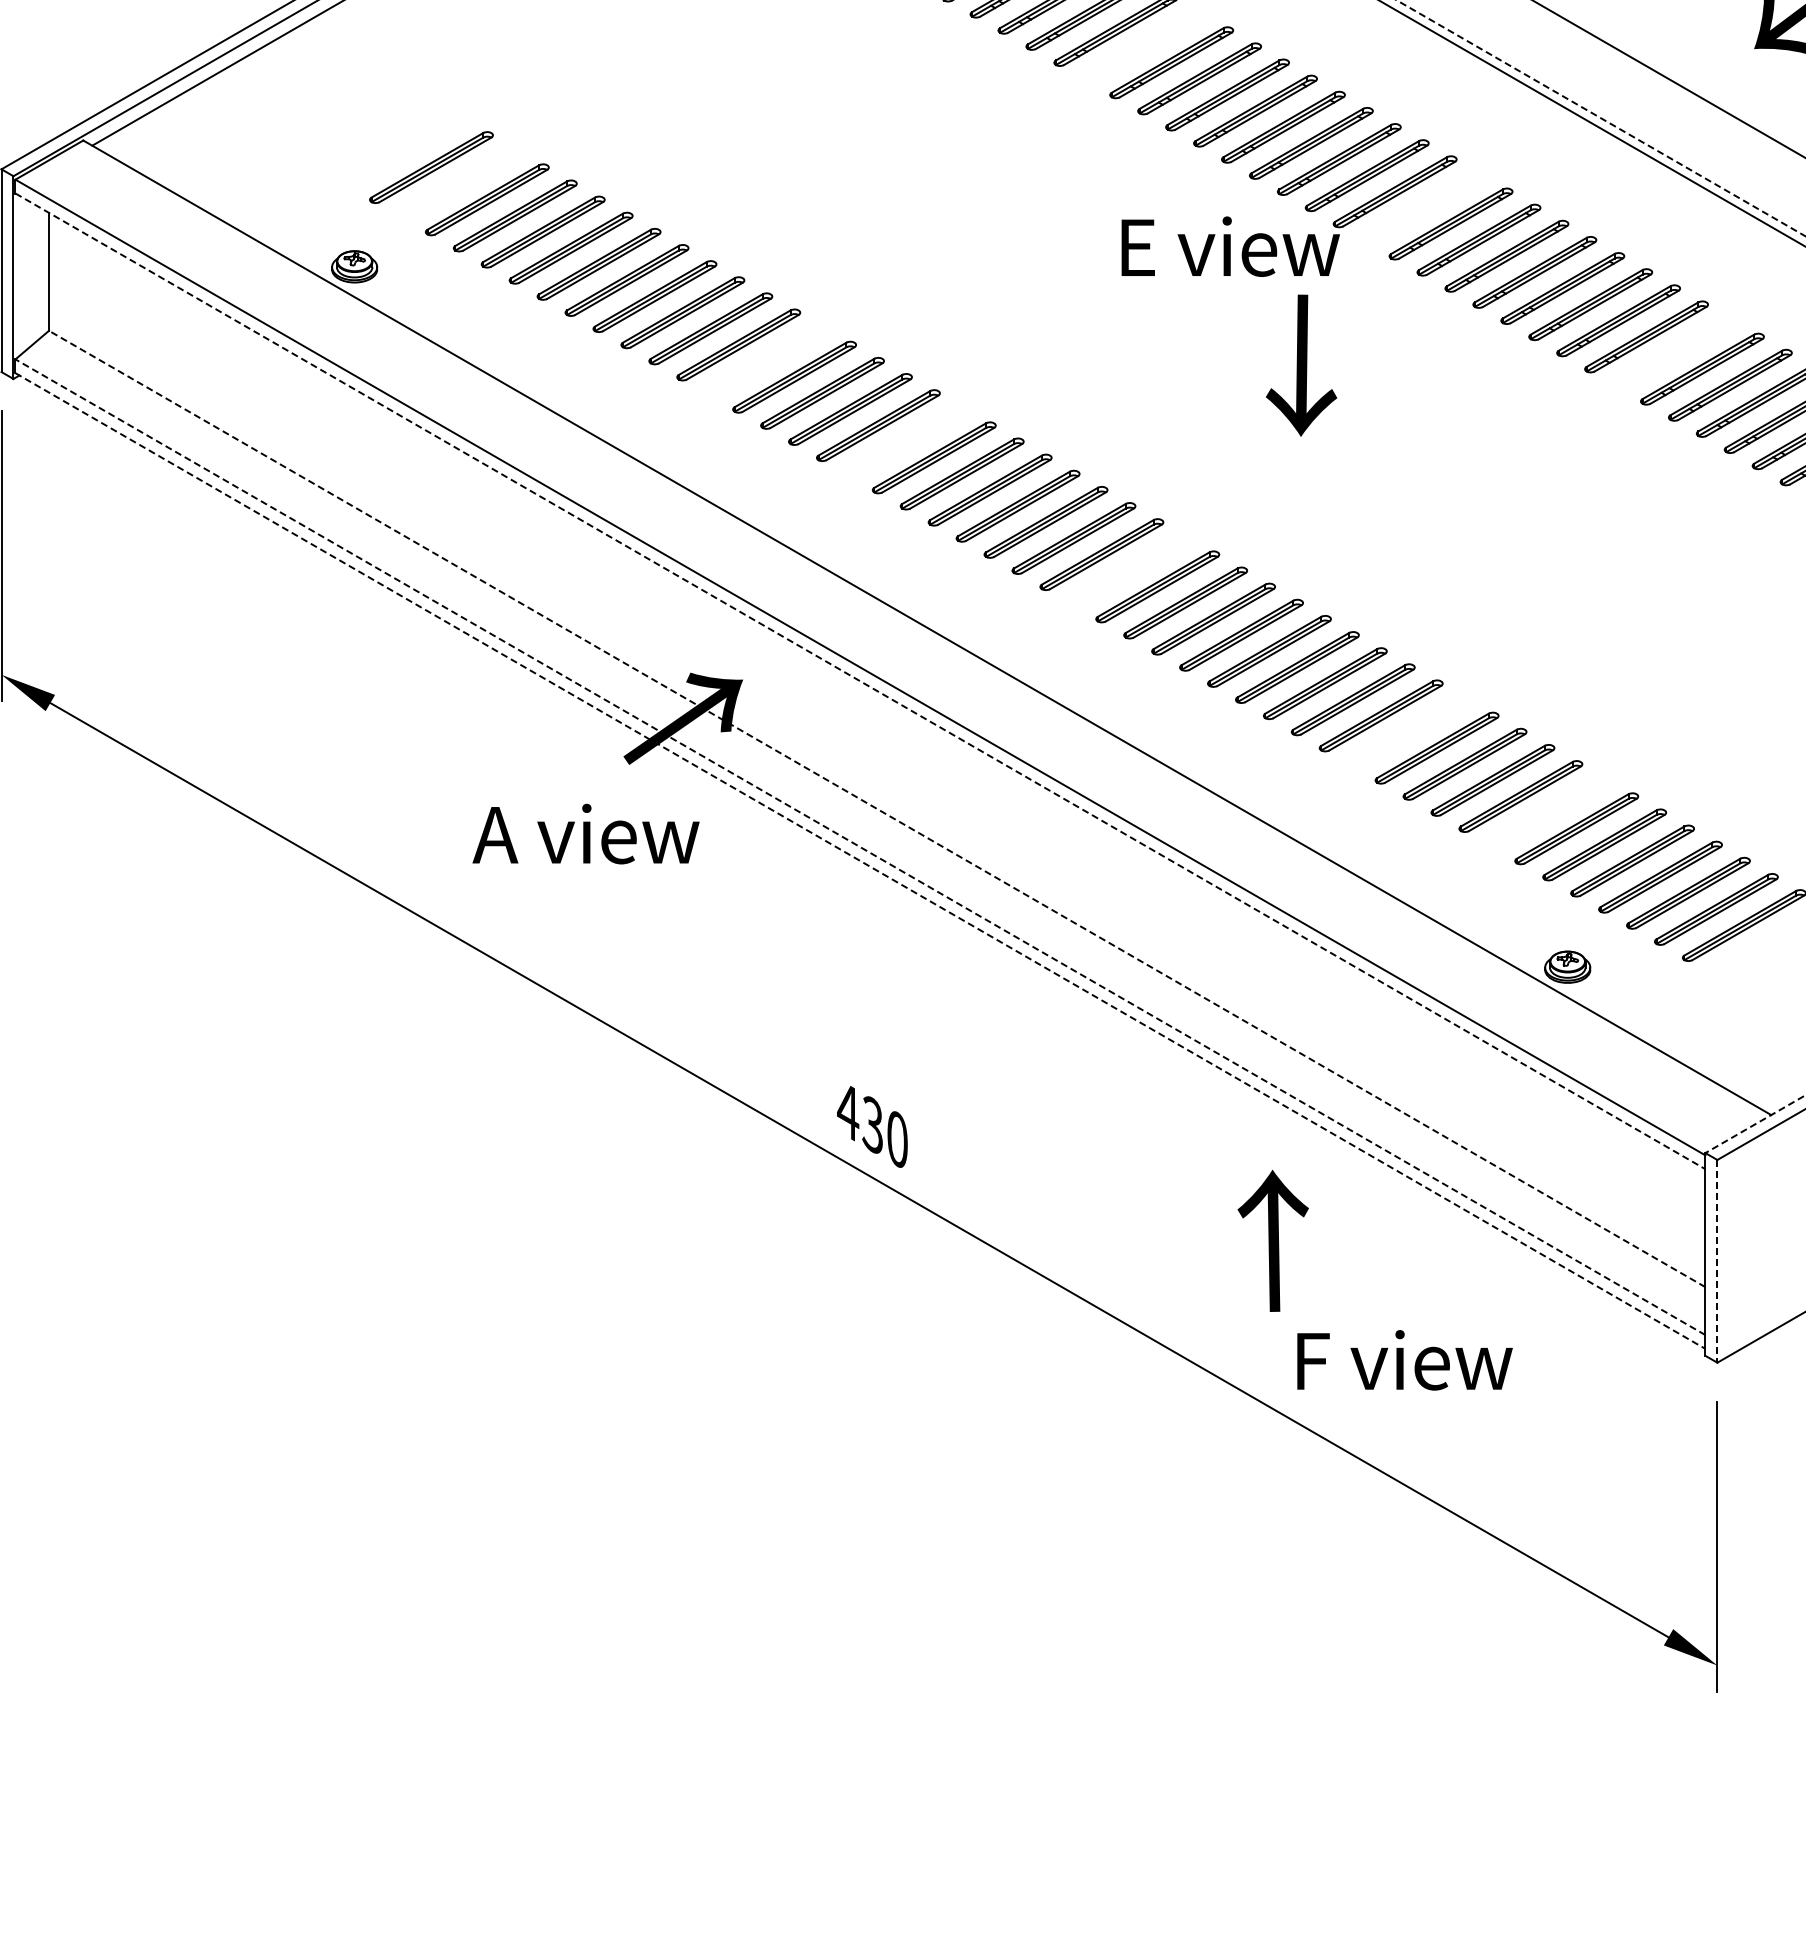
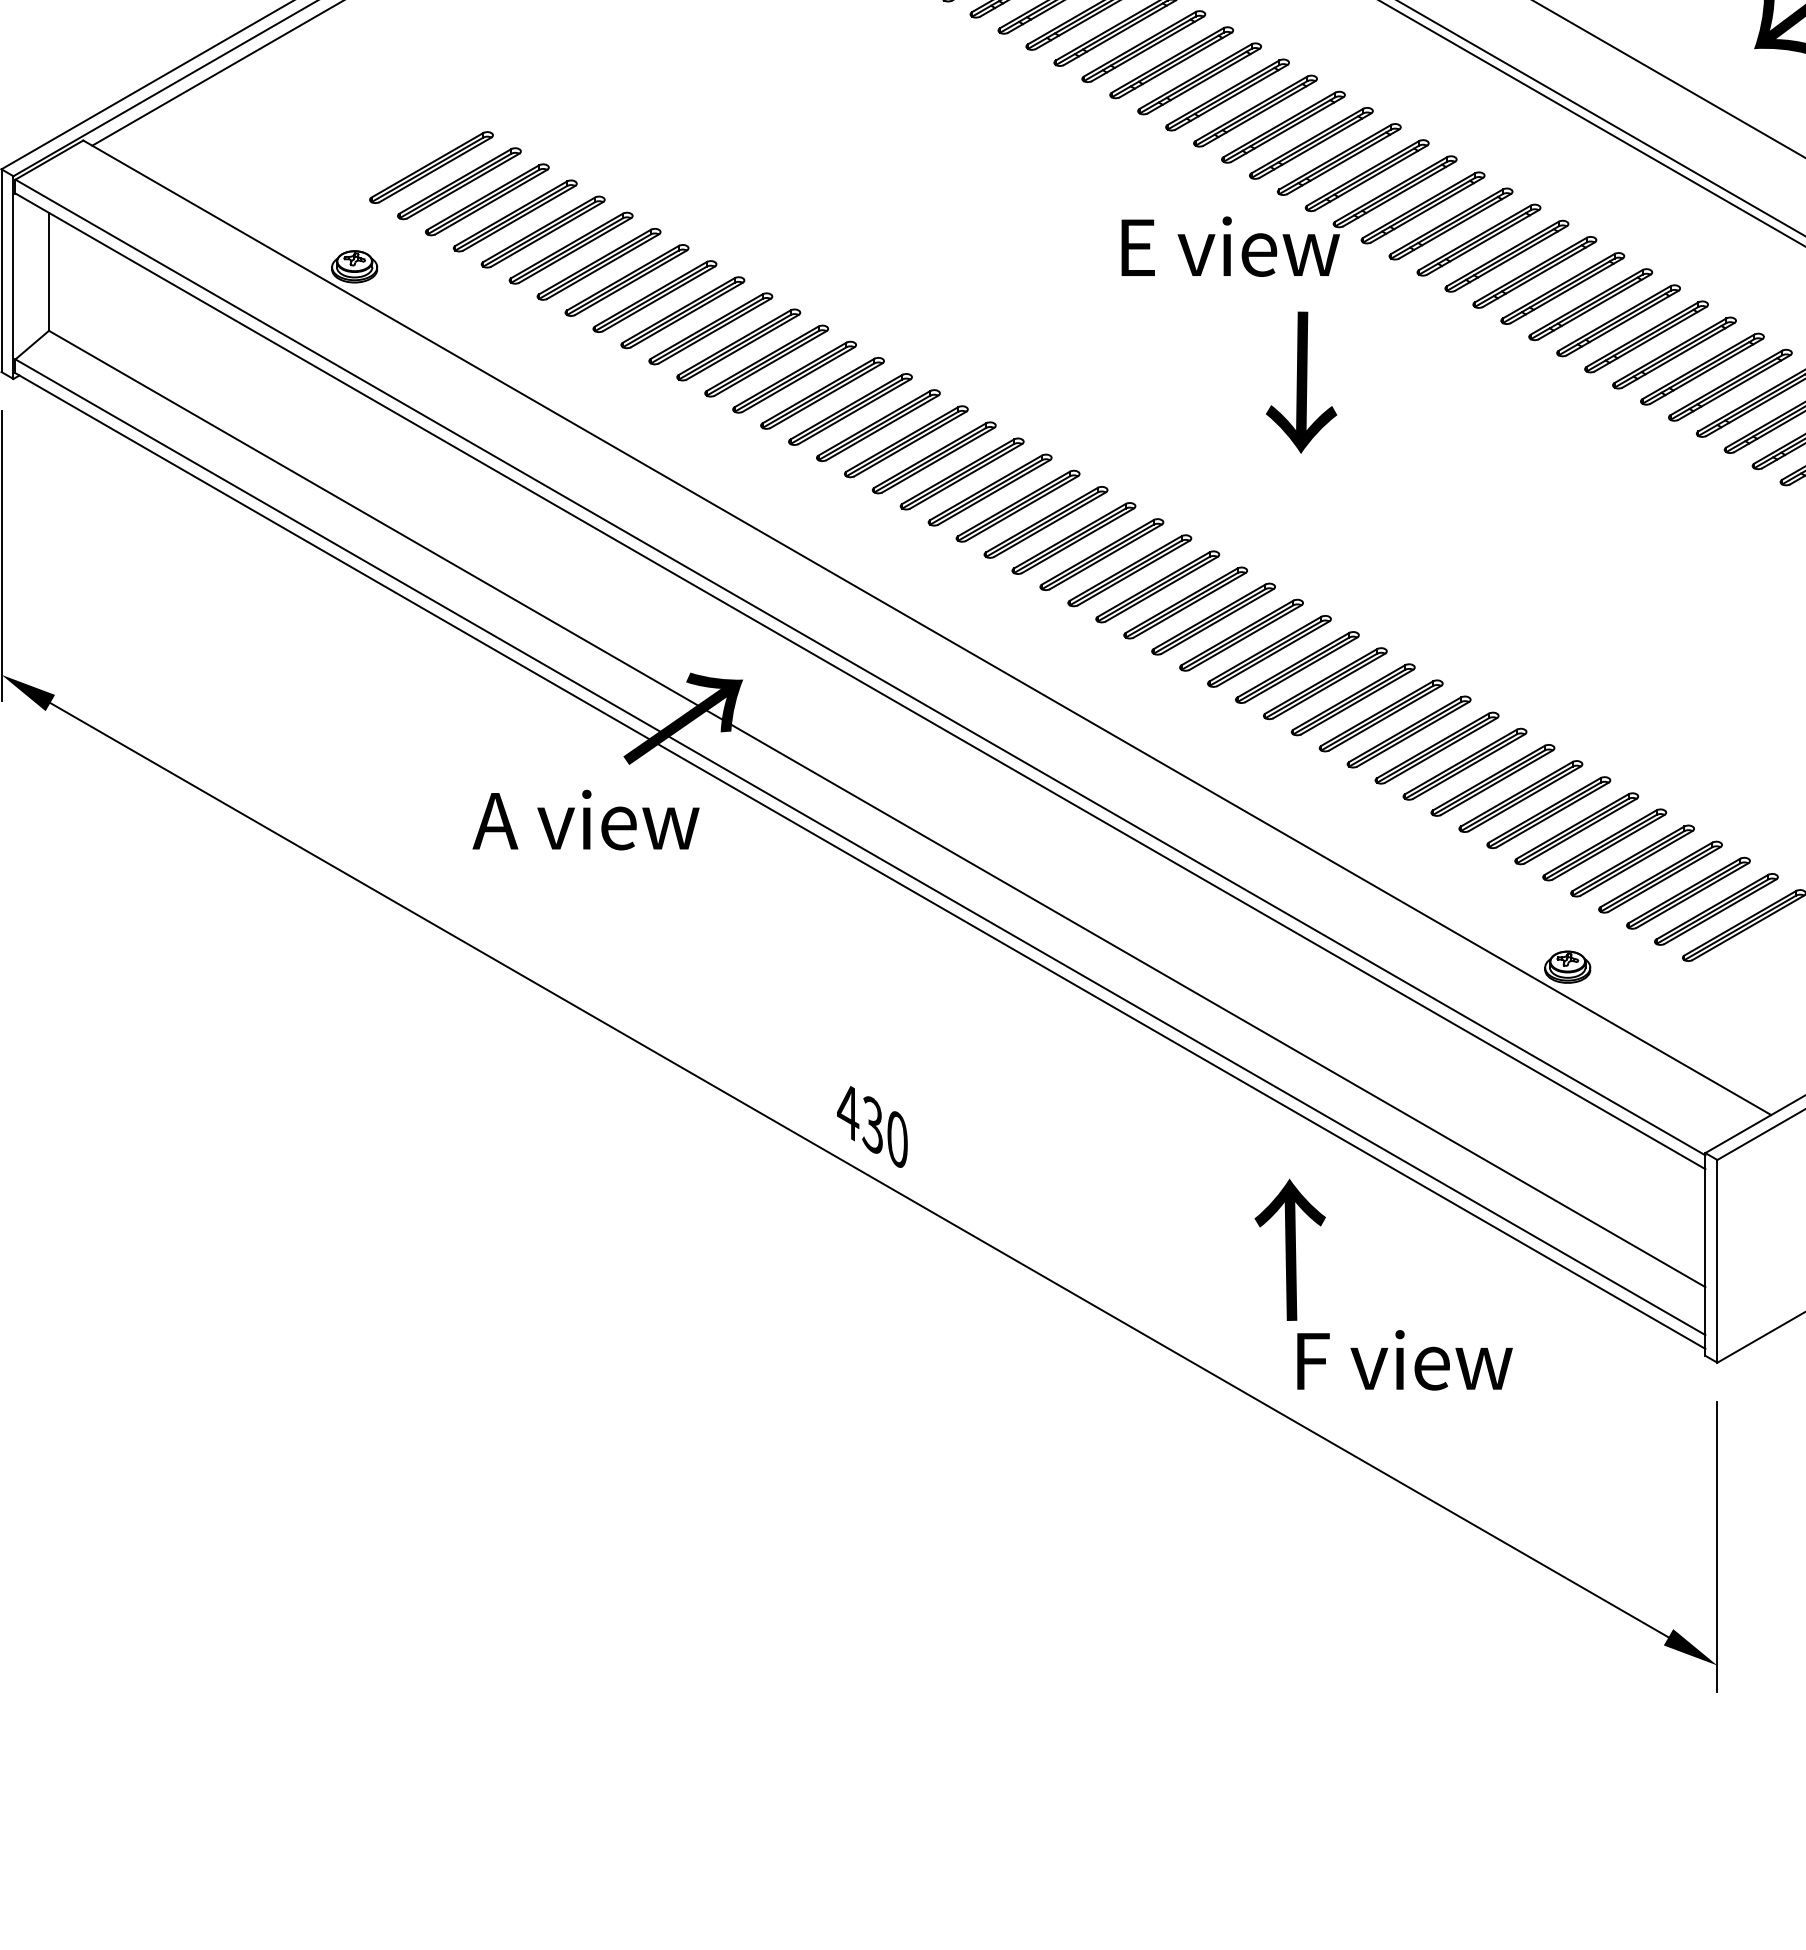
part at (1143, 46): none -> present
line at (1600, 118): dashed -> solid
part at (459, 183): none -> present
part at (1422, 207): none -> present
part at (1674, 352): none -> present
part at (766, 360): none -> present
text at (1301, 365) position: (1301, 365) -> (1301, 382)
part at (906, 441): none -> present
part at (1129, 570): none -> present
line at (860, 681): dashed -> solid
part at (1408, 731): none -> present
line at (876, 808): dashed -> solid
part at (1548, 812): none -> present
text at (585, 833) position: (585, 833) -> (585, 819)
line at (860, 847): dashed -> solid
line at (860, 861): dashed -> solid
line at (1755, 1124): dashed -> solid
text at (1272, 1240) position: (1272, 1240) -> (1289, 1249)
line at (1717, 1261): dashed -> solid
